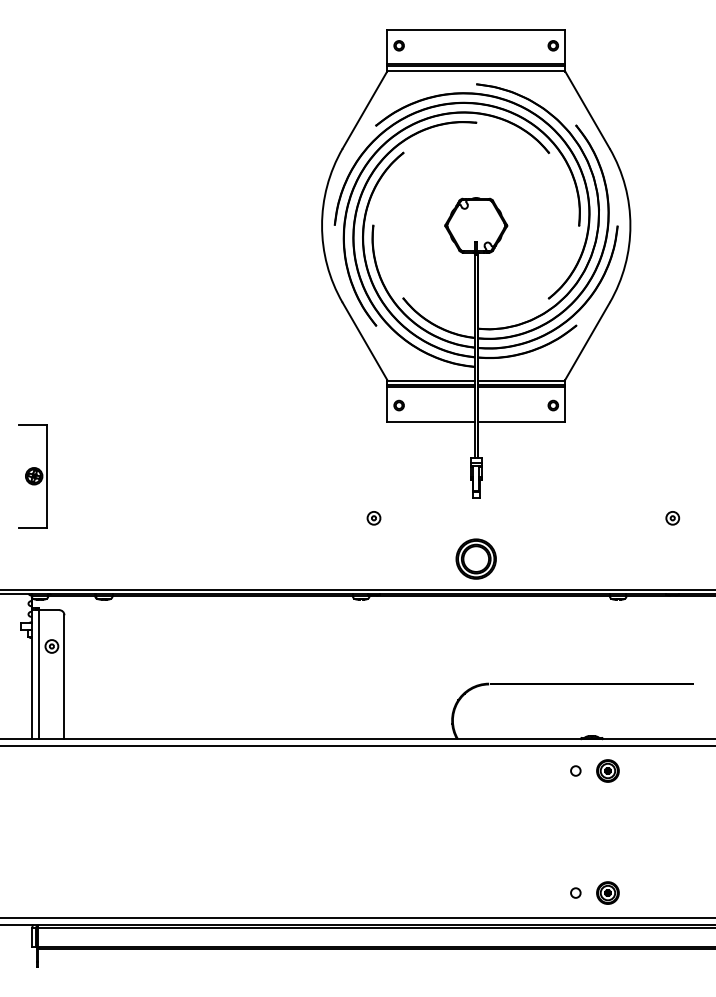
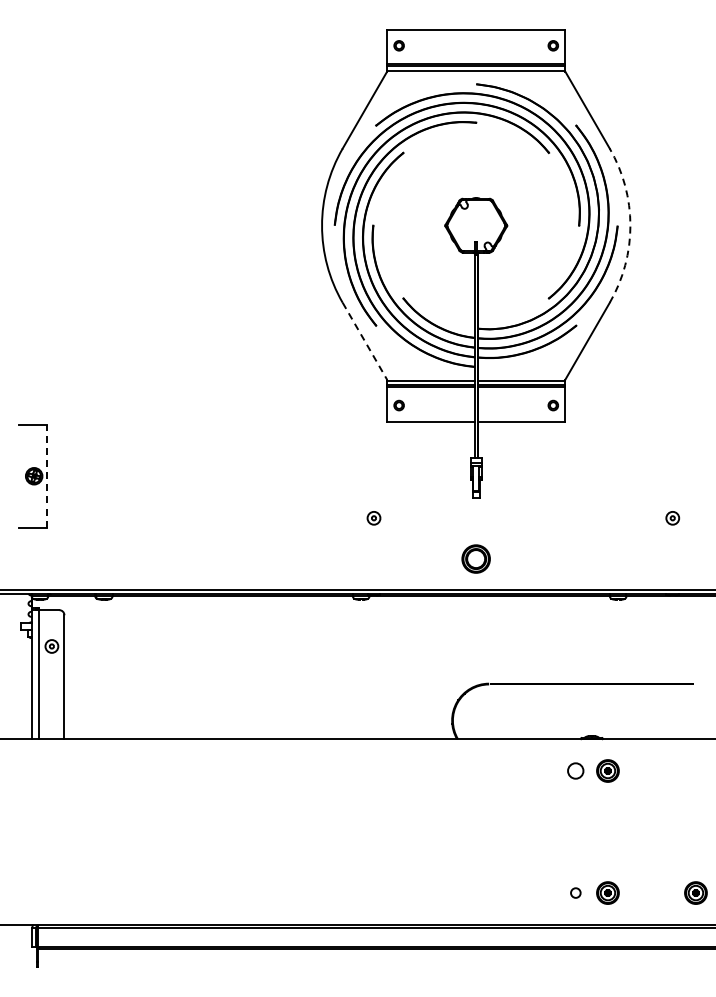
arc at (630, 225): solid -> dashed
line at (364, 341): solid -> dashed
line at (47, 475): solid -> dashed
part at (475, 558) size: 42x42 px -> 30x30 px
line at (357, 745): present -> none
circle at (575, 770) size: 12x12 px -> 18x18 px
part at (695, 892): none -> present
line at (357, 918): present -> none
